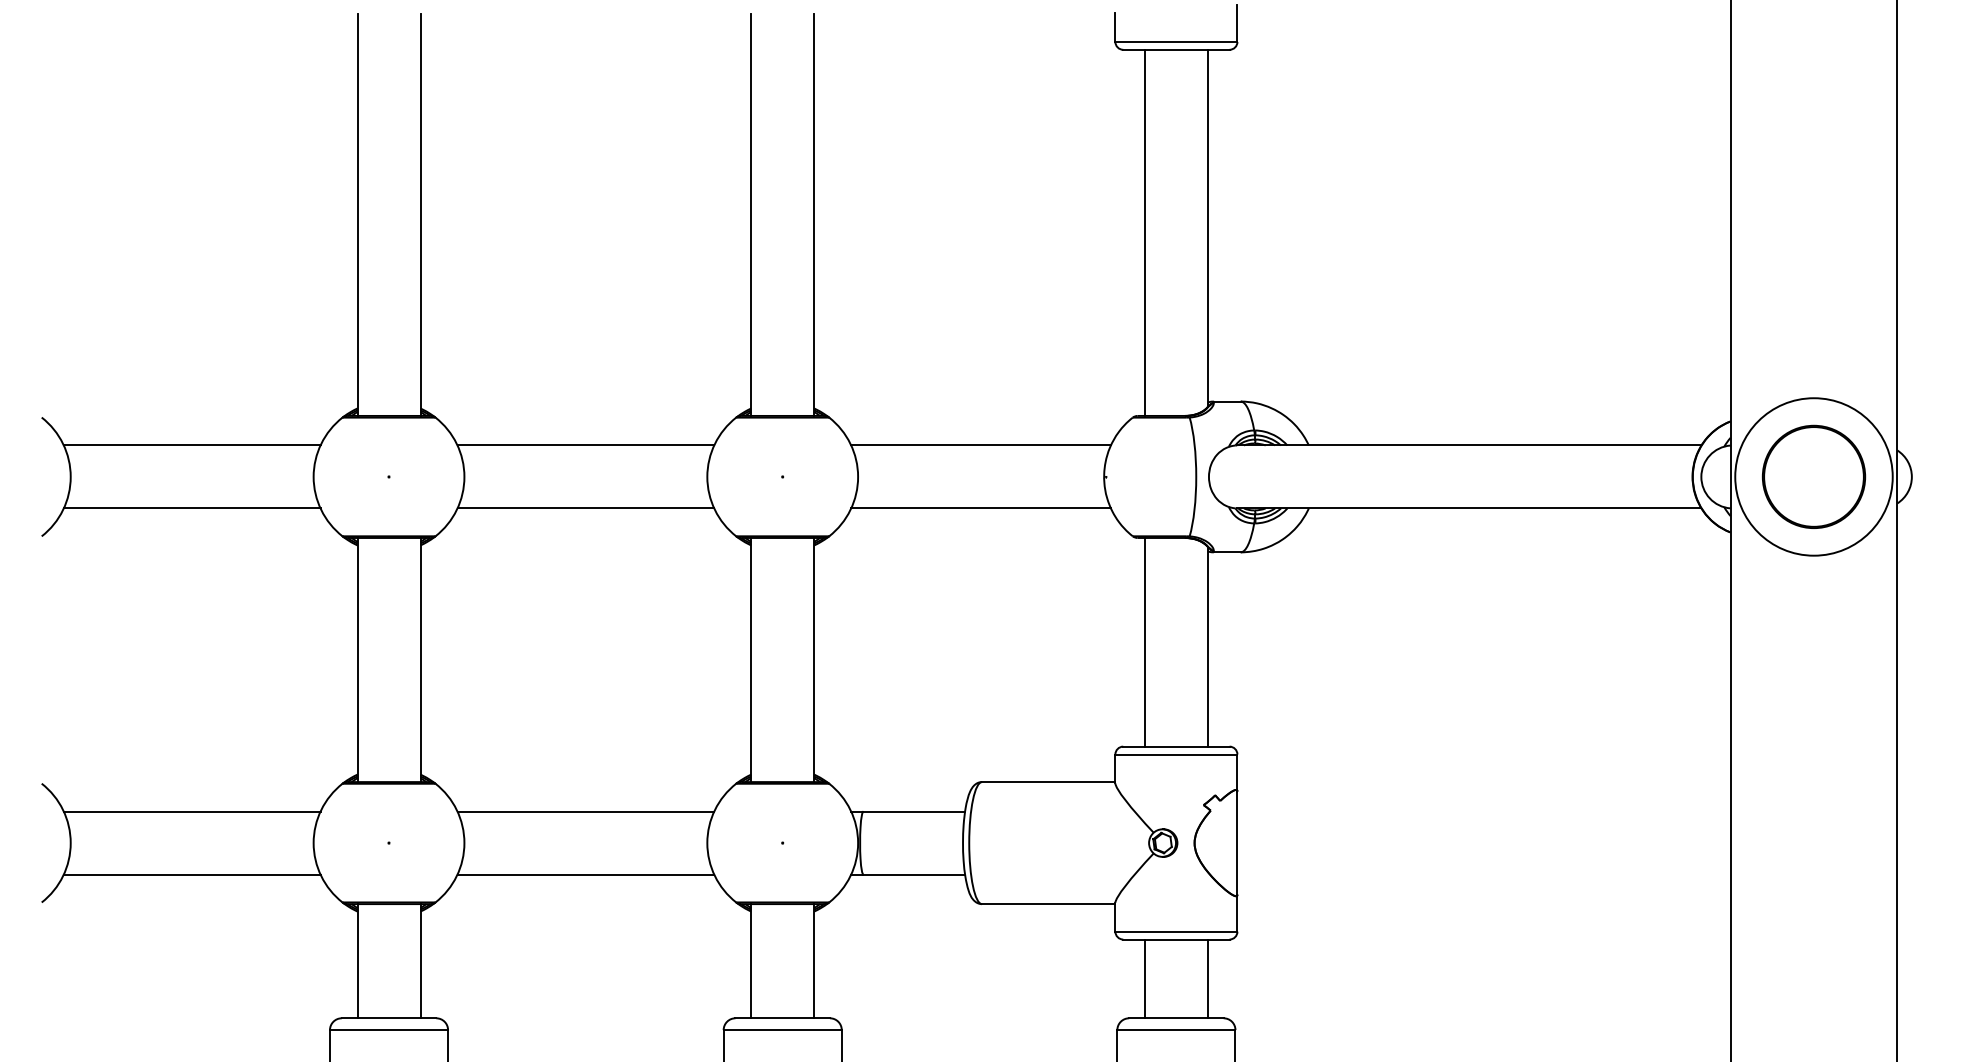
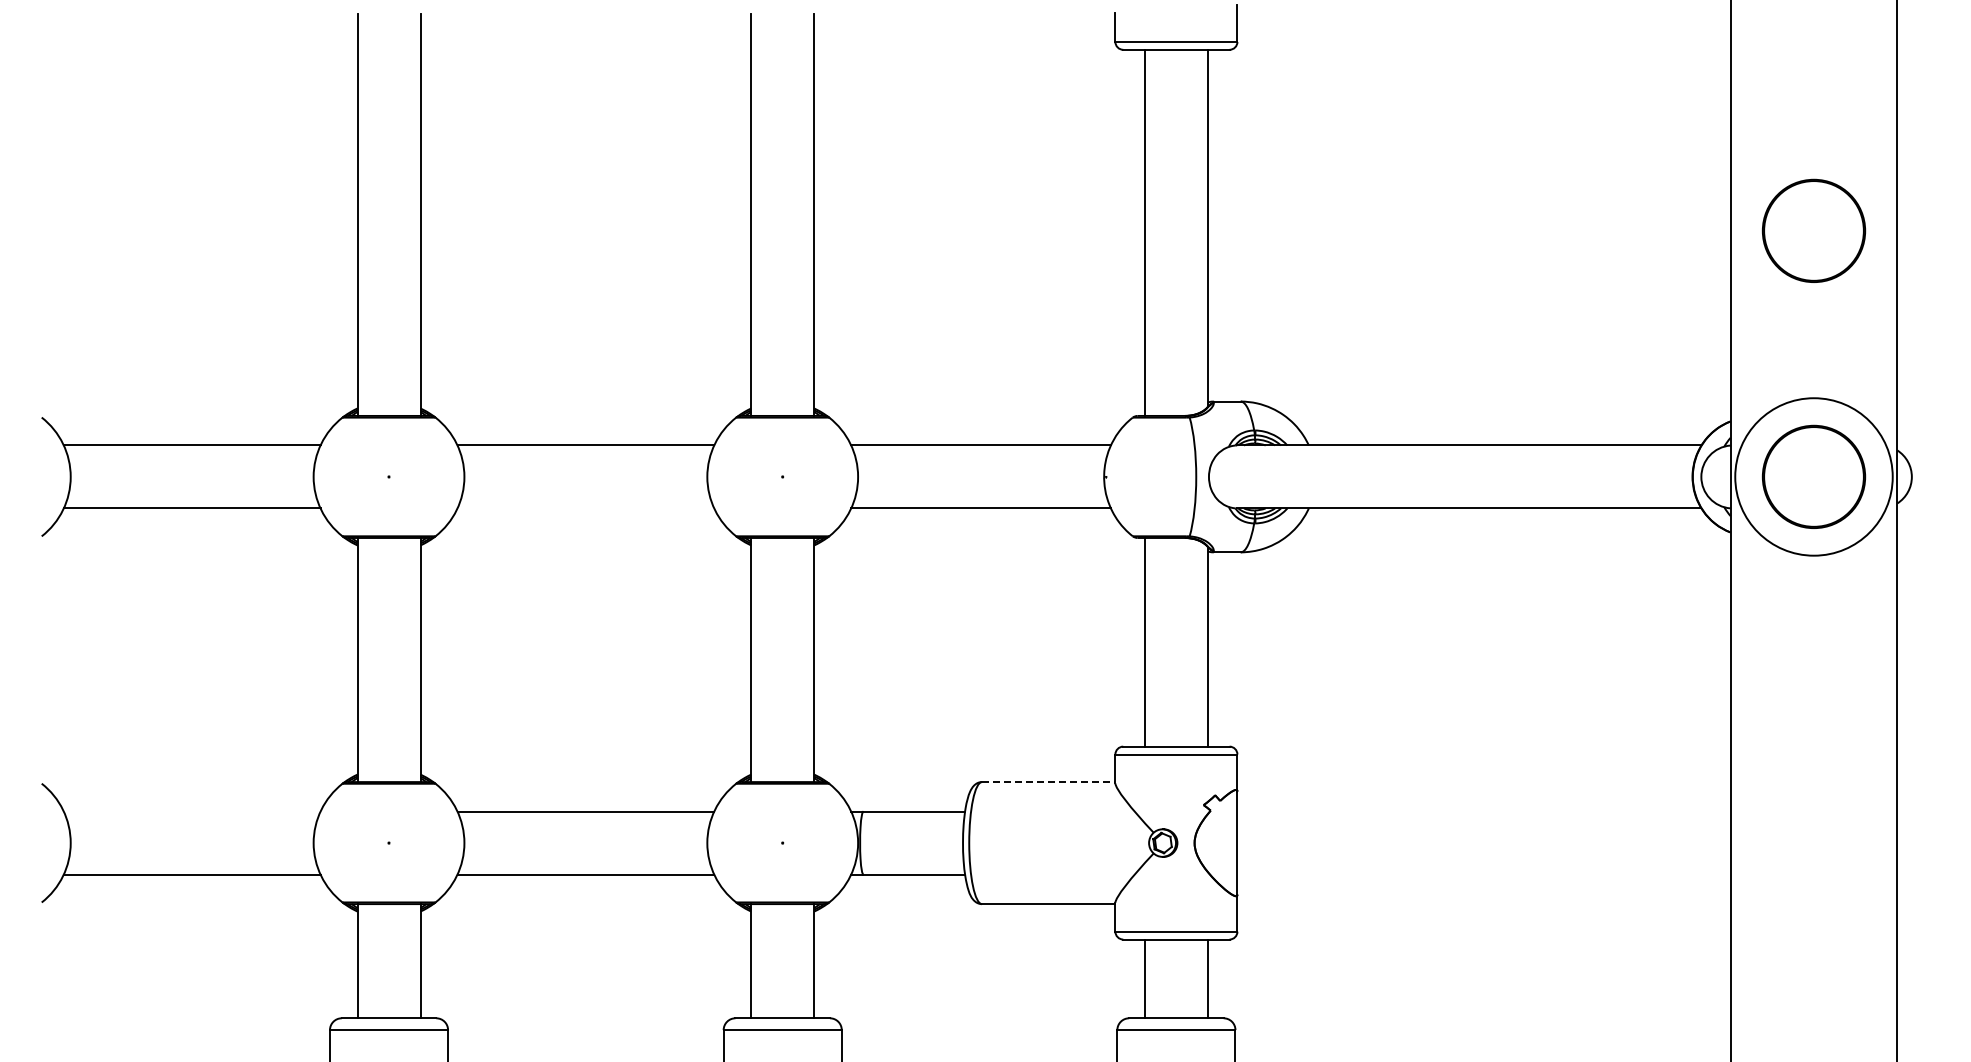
part at (1813, 230): none -> present
line at (585, 508): present -> none
line at (1048, 782): solid -> dashed
line at (191, 811): present -> none
